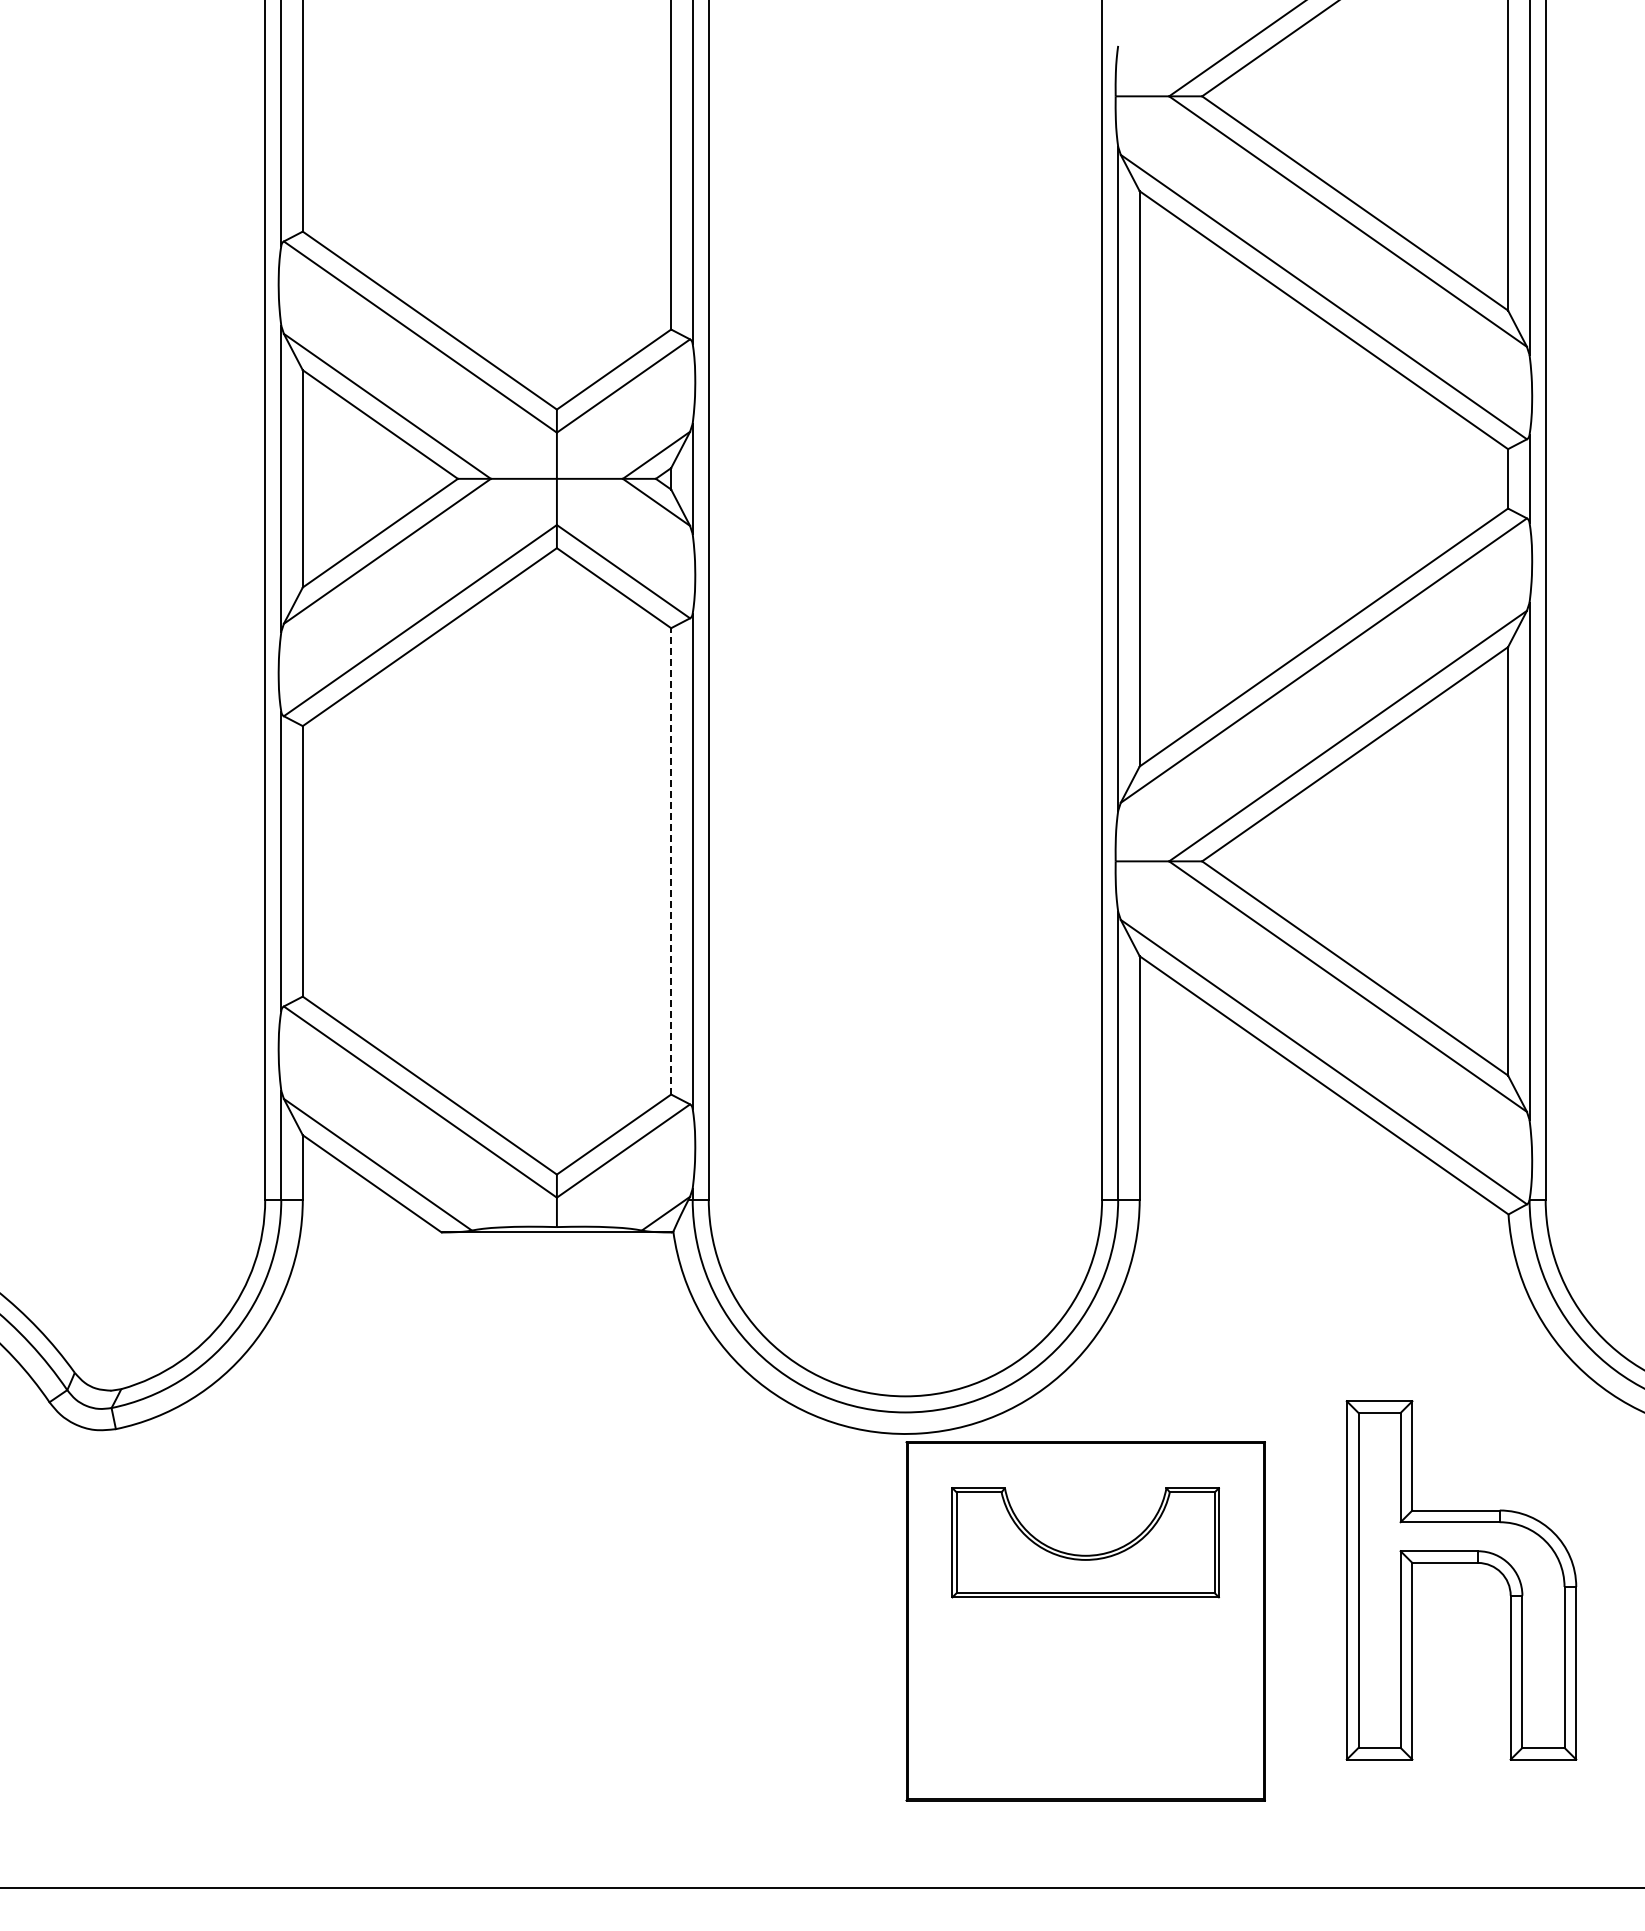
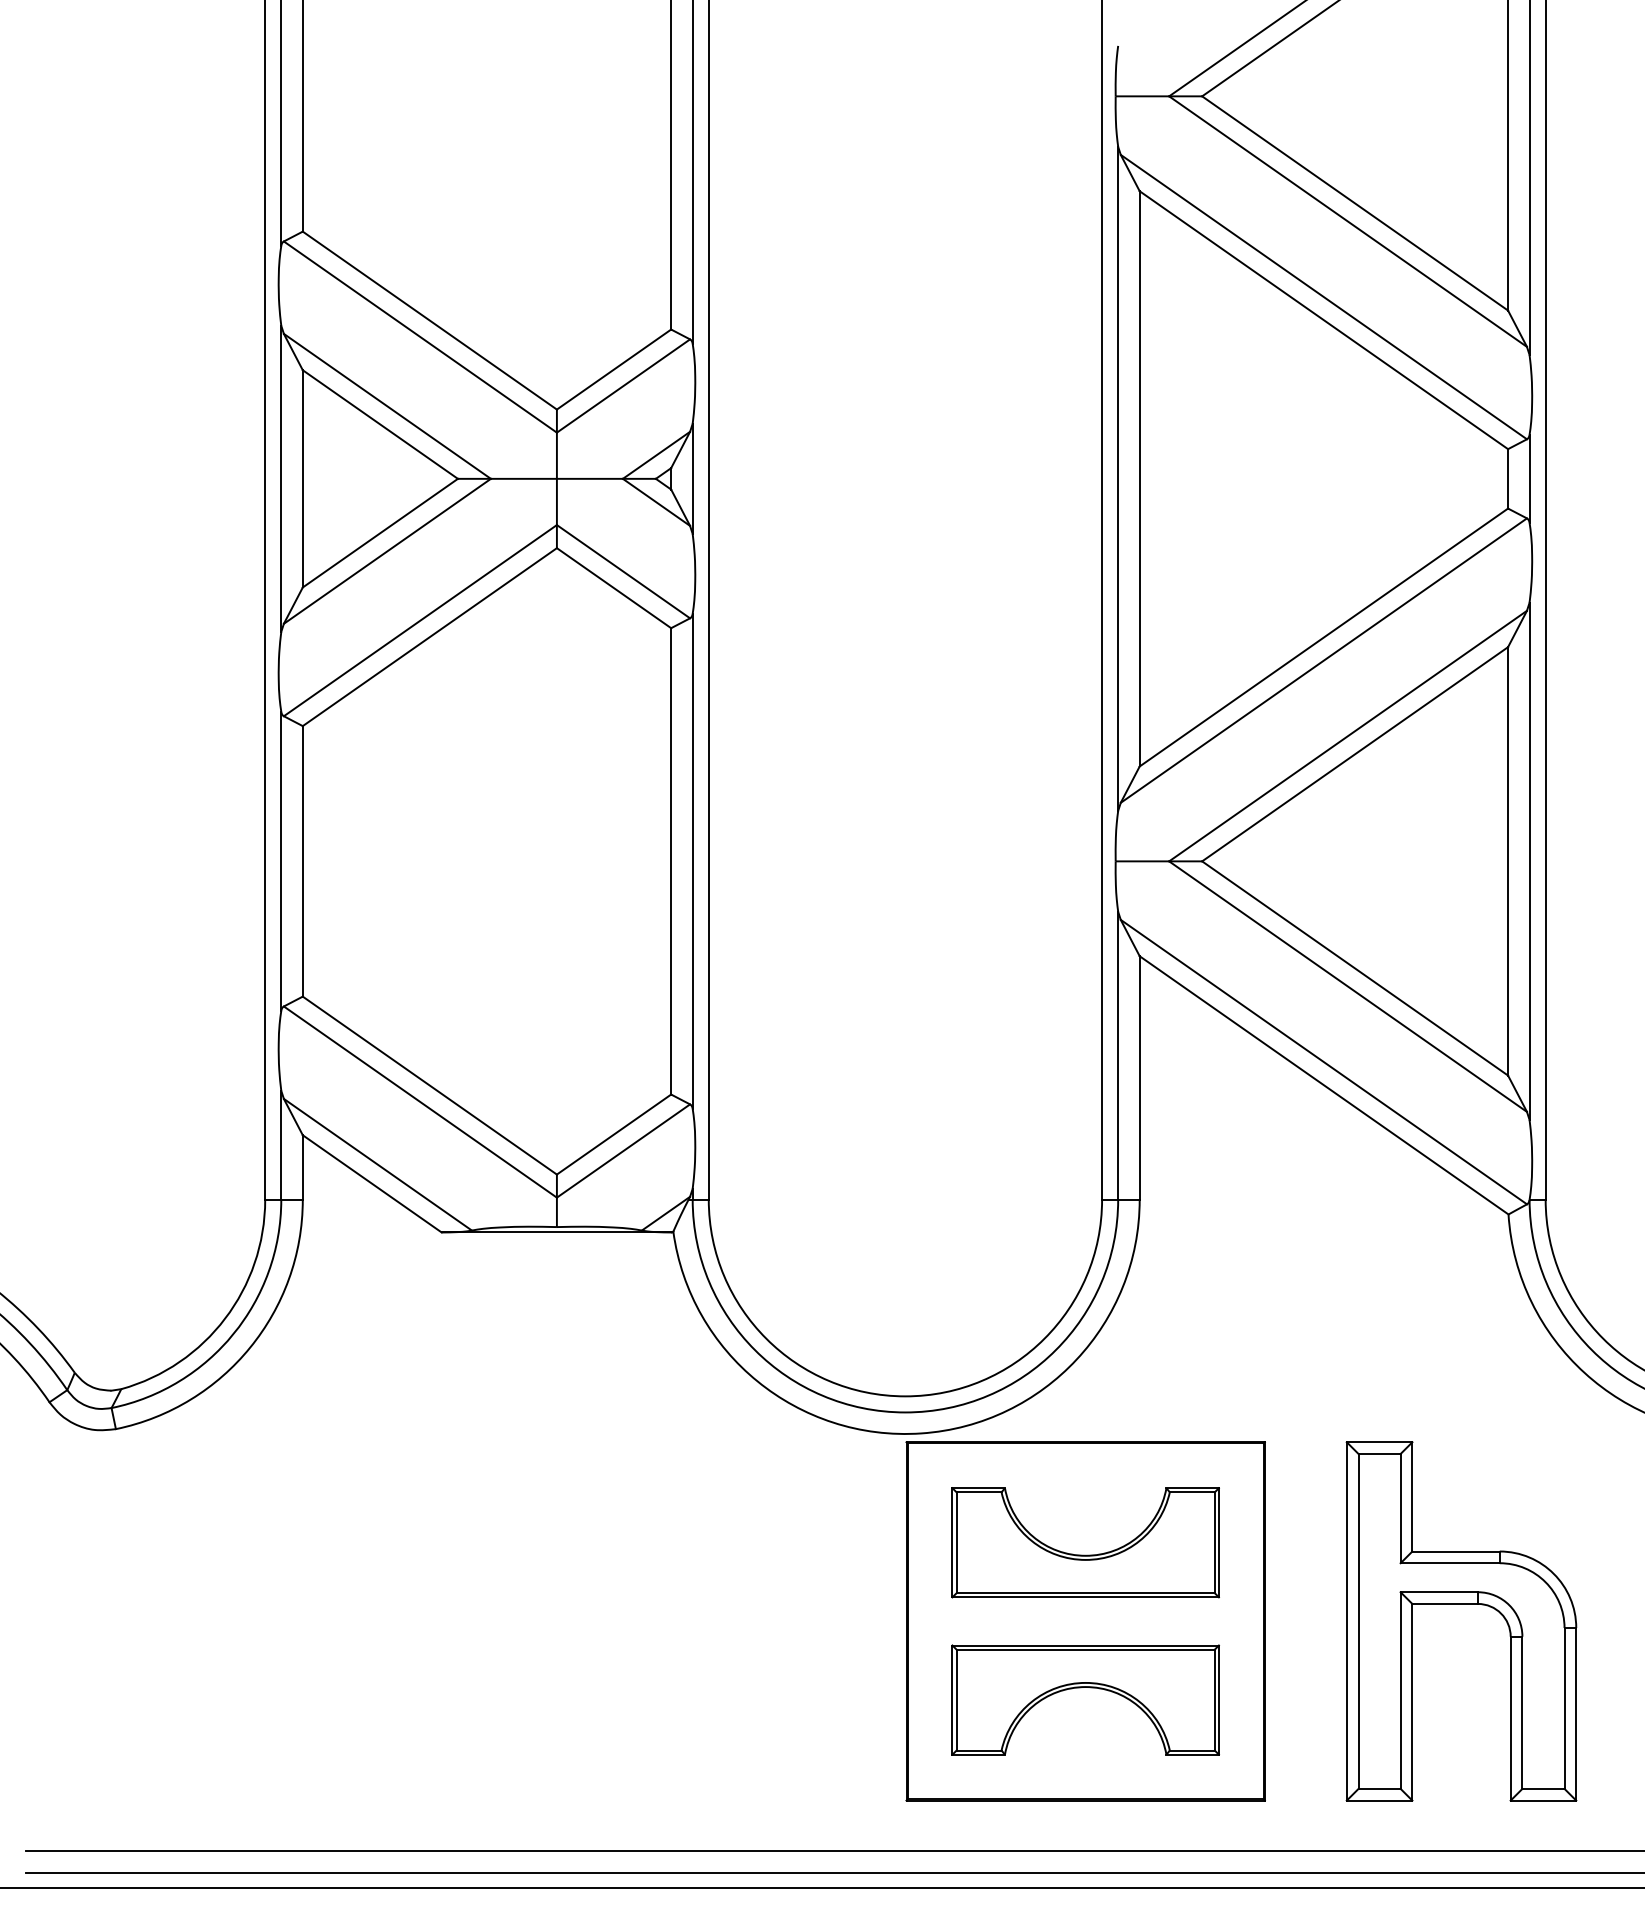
line at (671, 860): dashed -> solid
part at (1461, 1563) position: (1461, 1563) -> (1461, 1604)
part at (1085, 1687): none -> present
line at (833, 1851): none -> present
line at (833, 1873): none -> present
